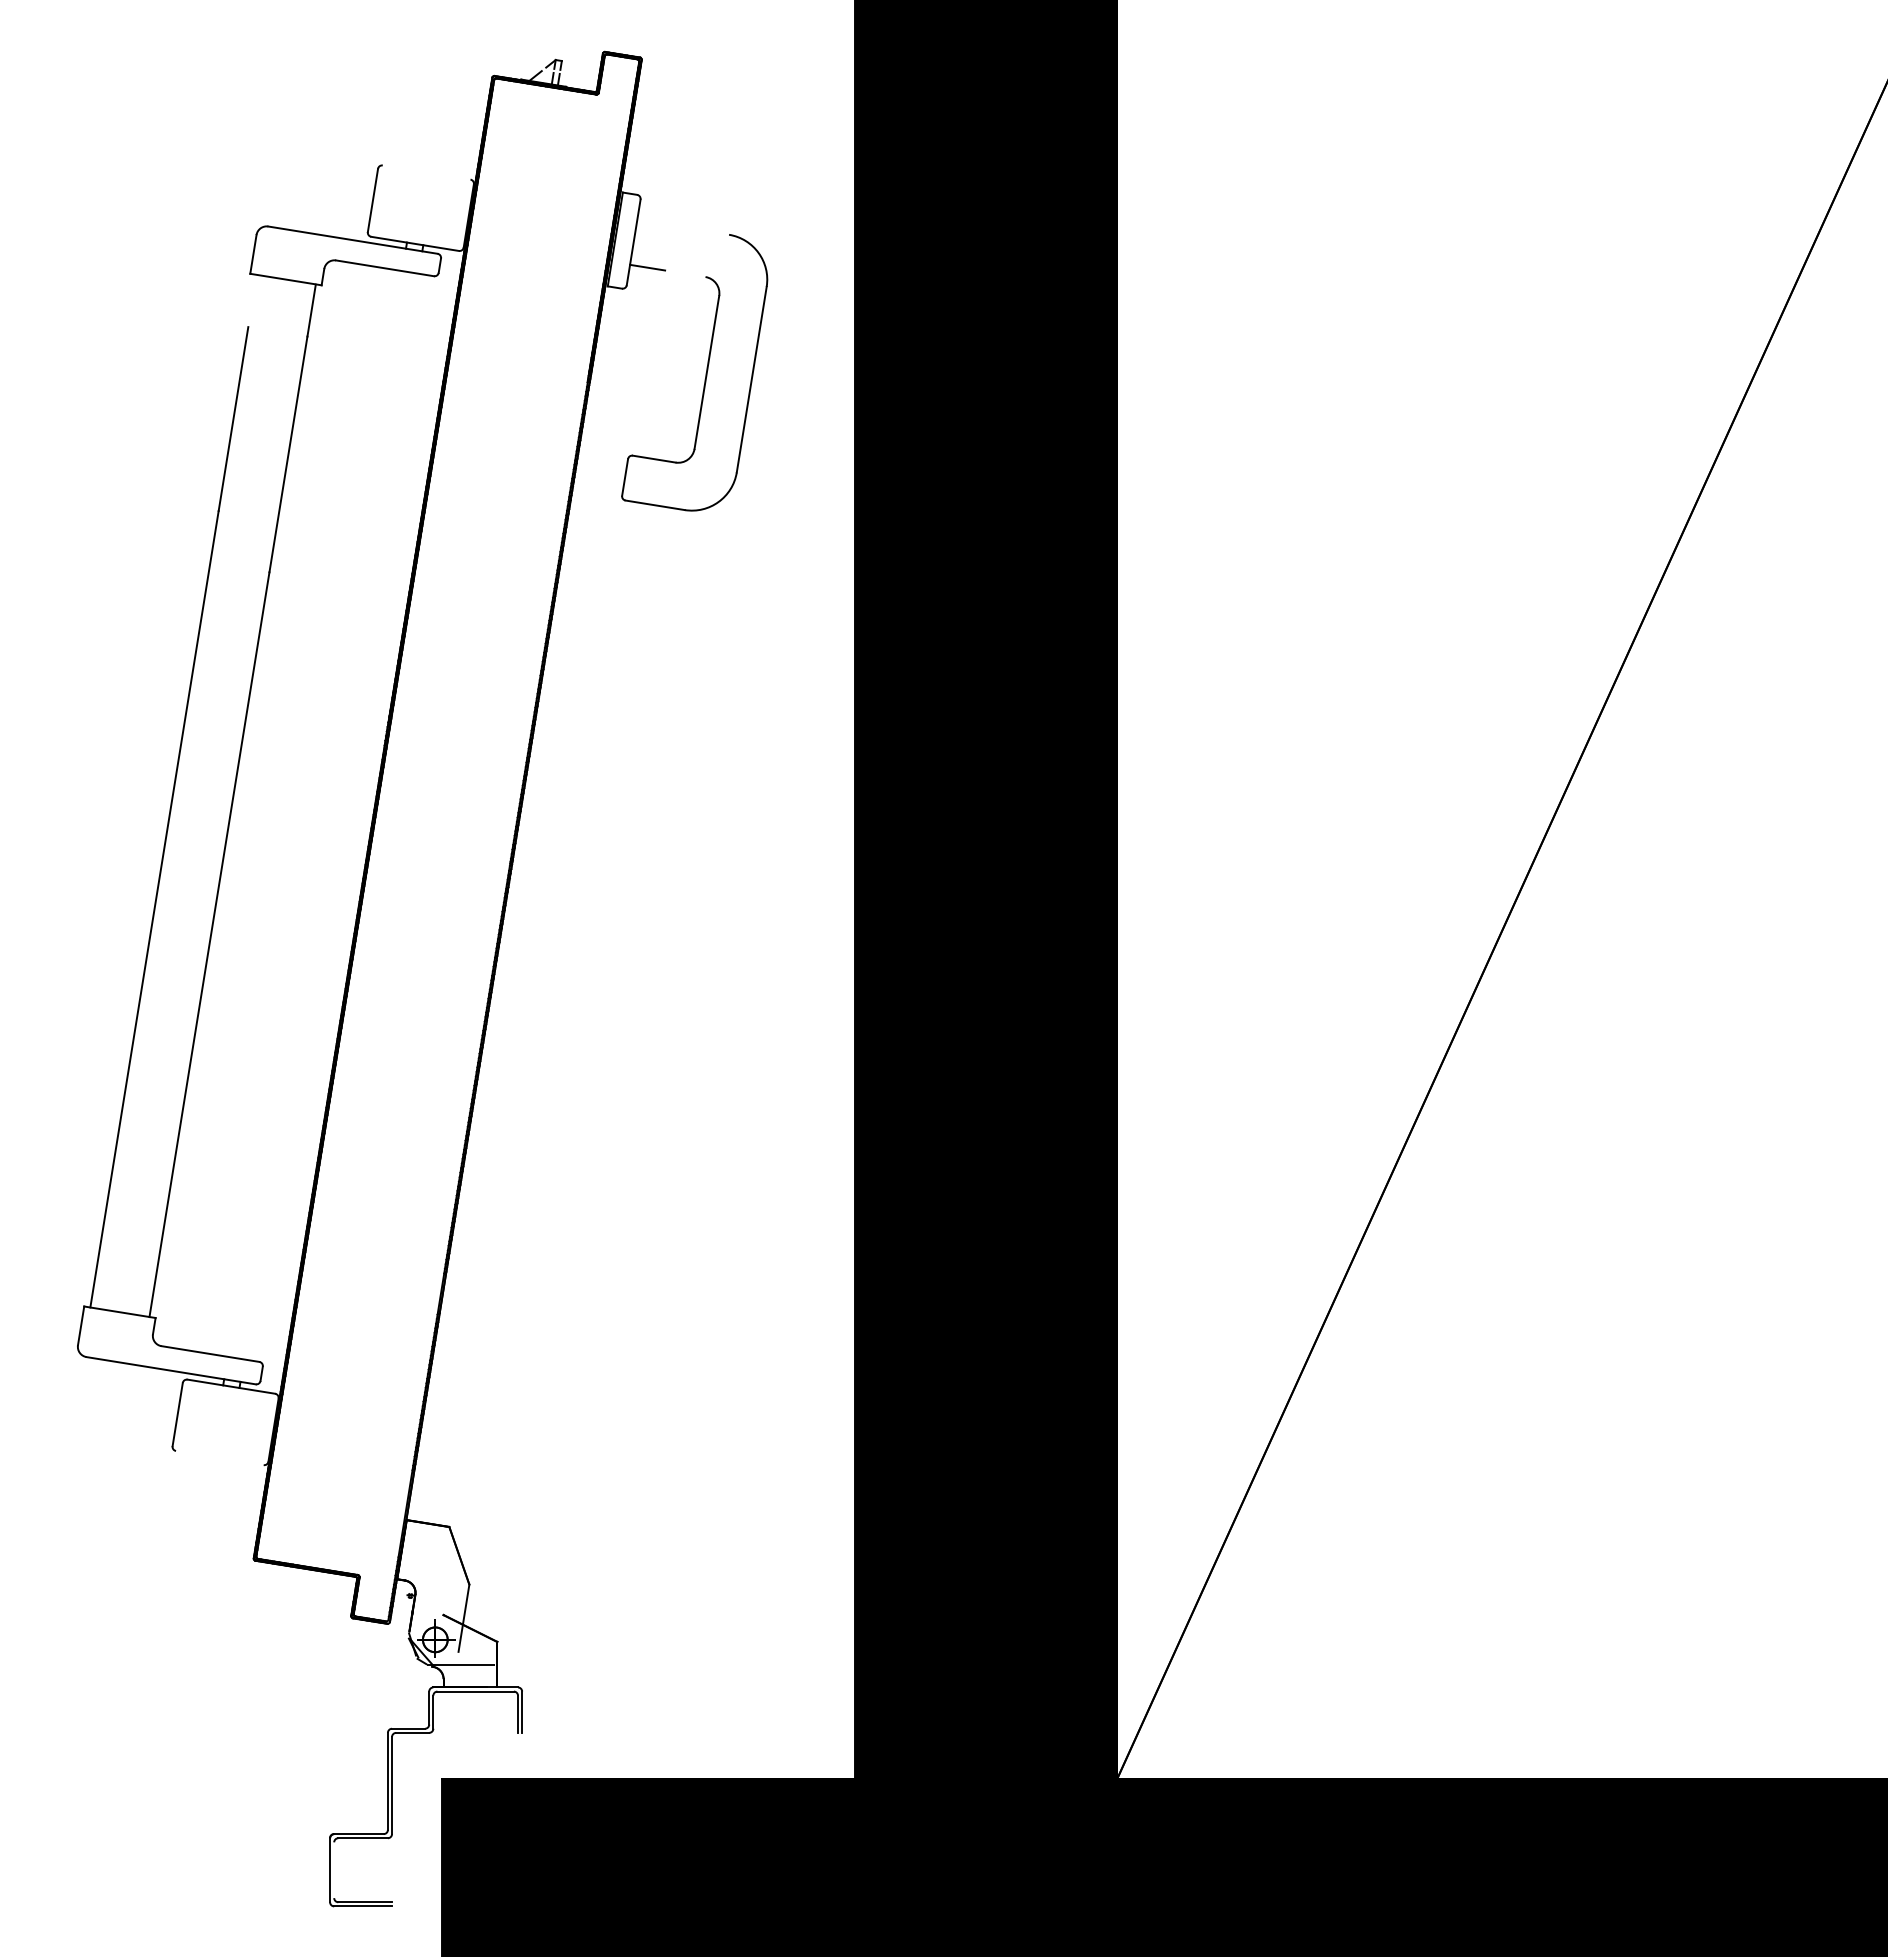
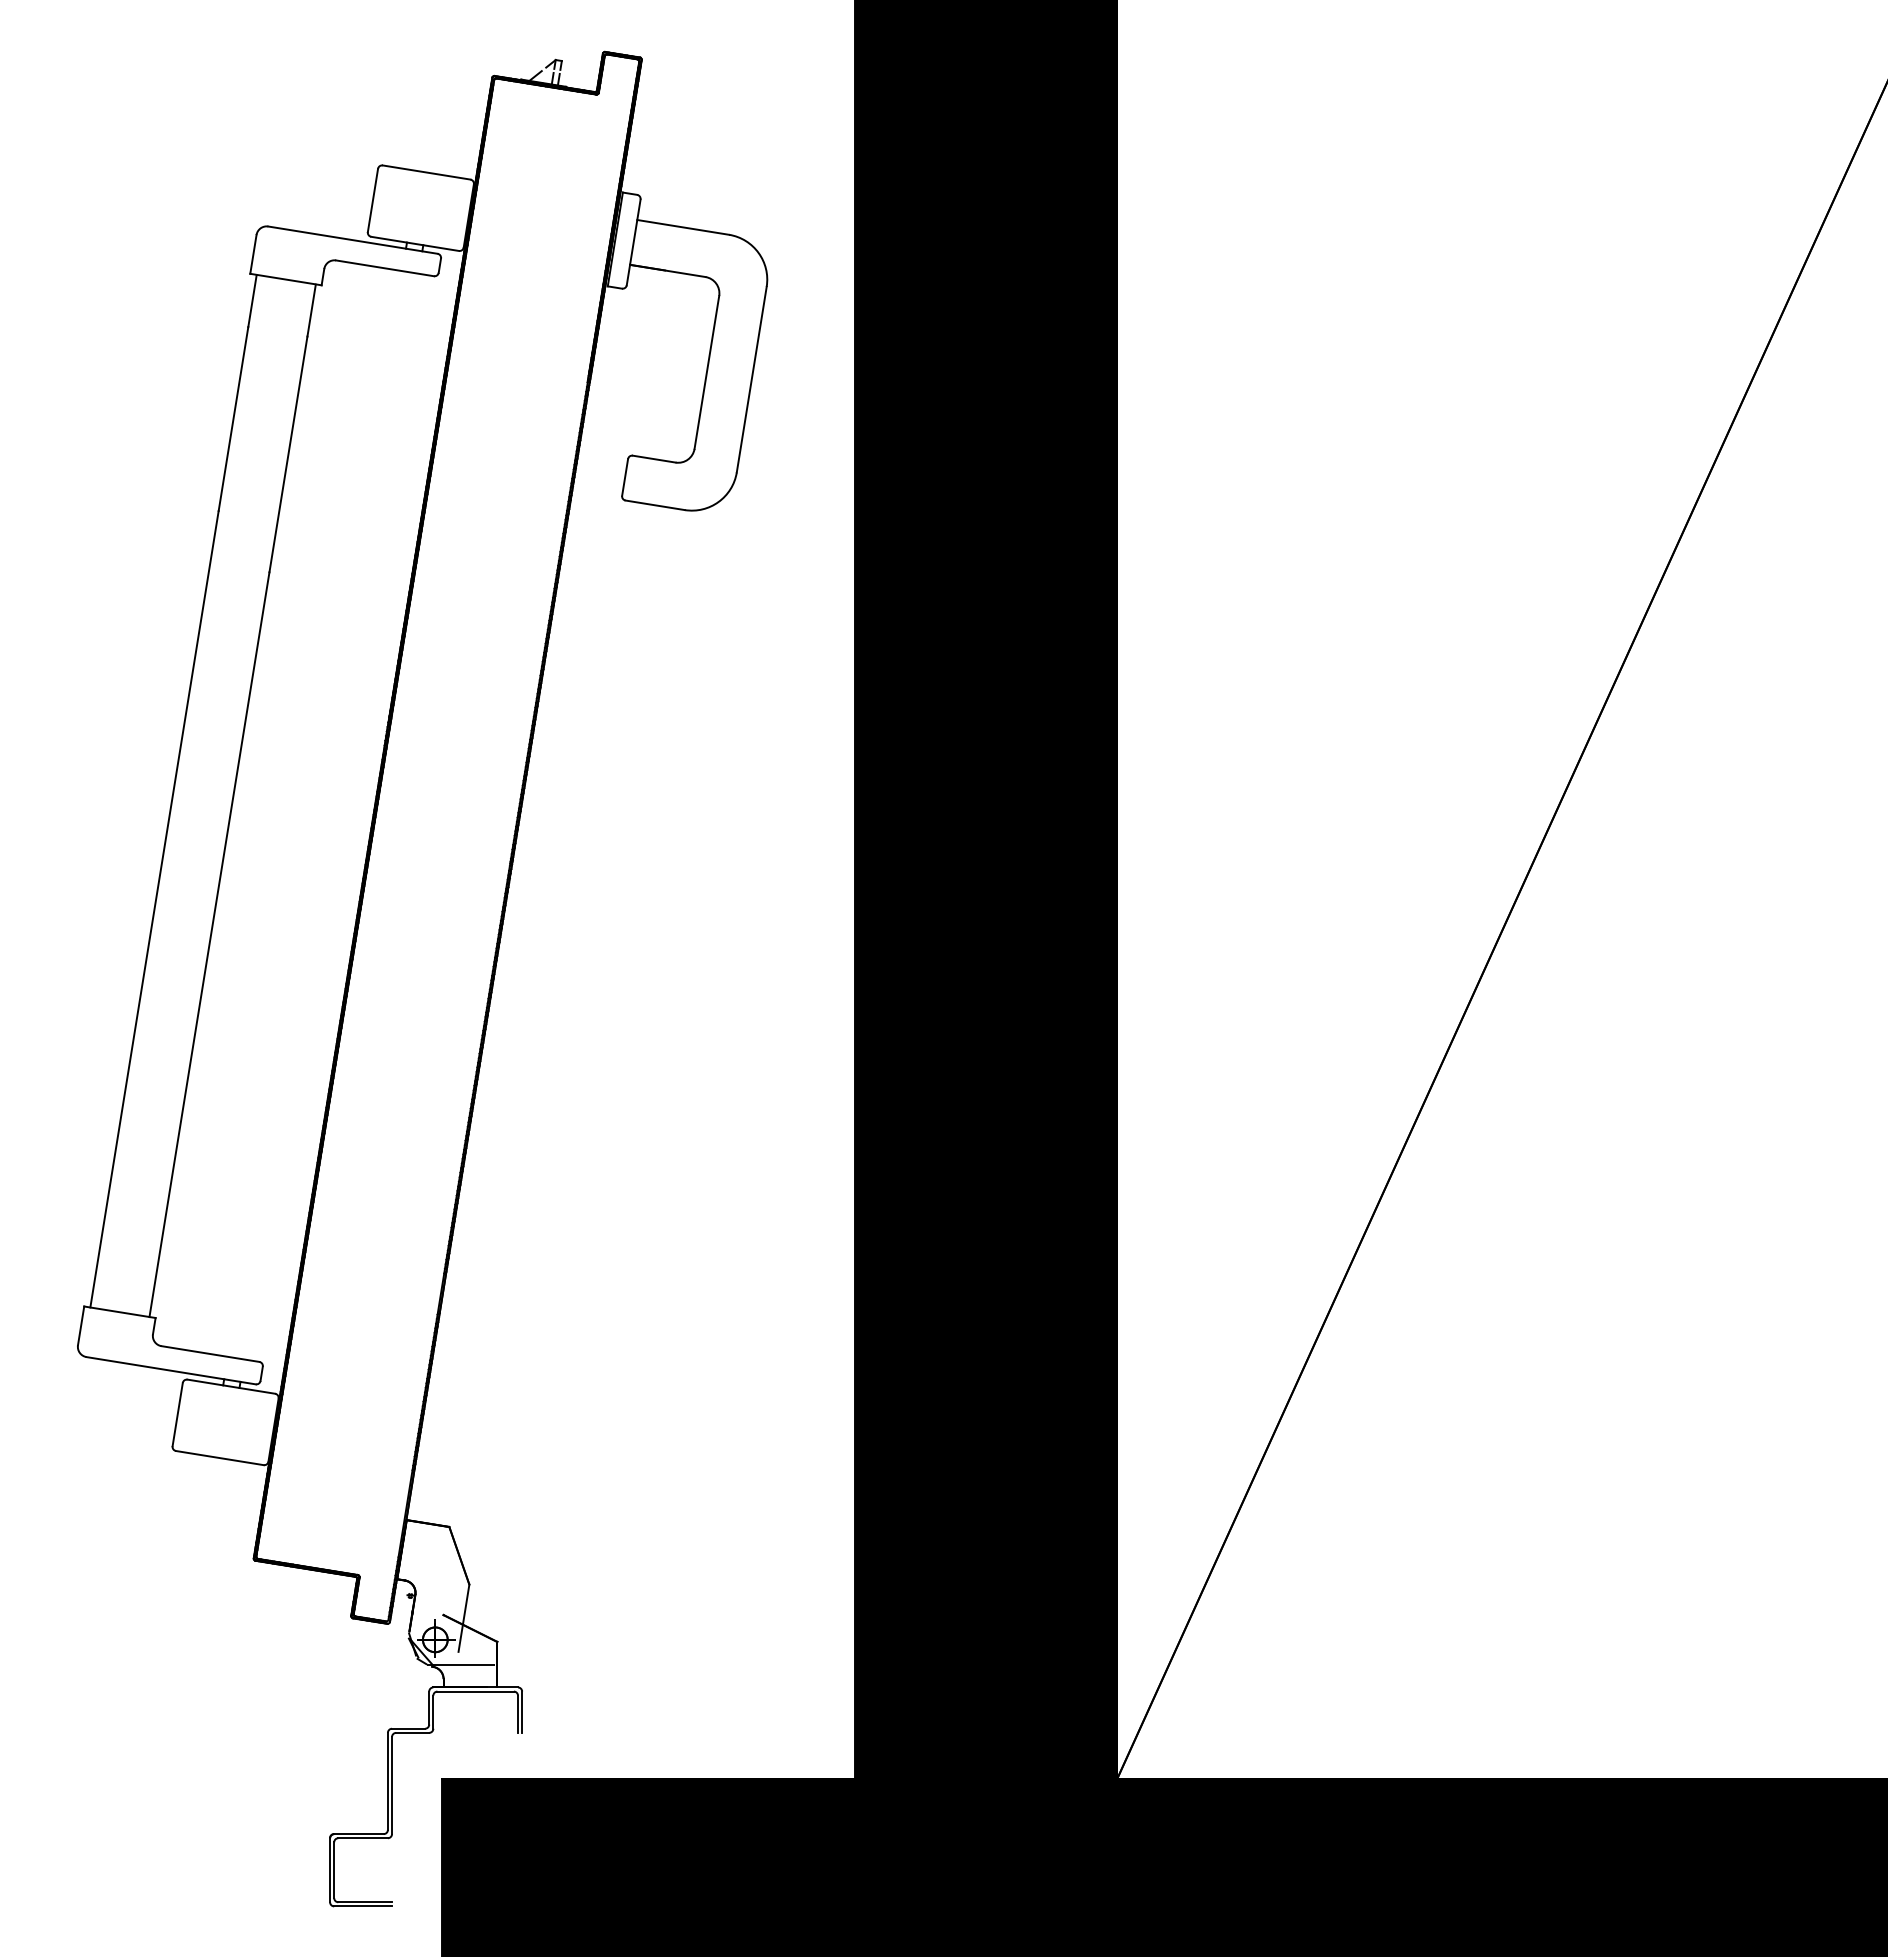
line at (426, 172): none -> present
line at (683, 227): none -> present
line at (667, 270): none -> present
line at (252, 301): none -> present
line at (219, 1458): none -> present
line at (334, 1870): none -> present
